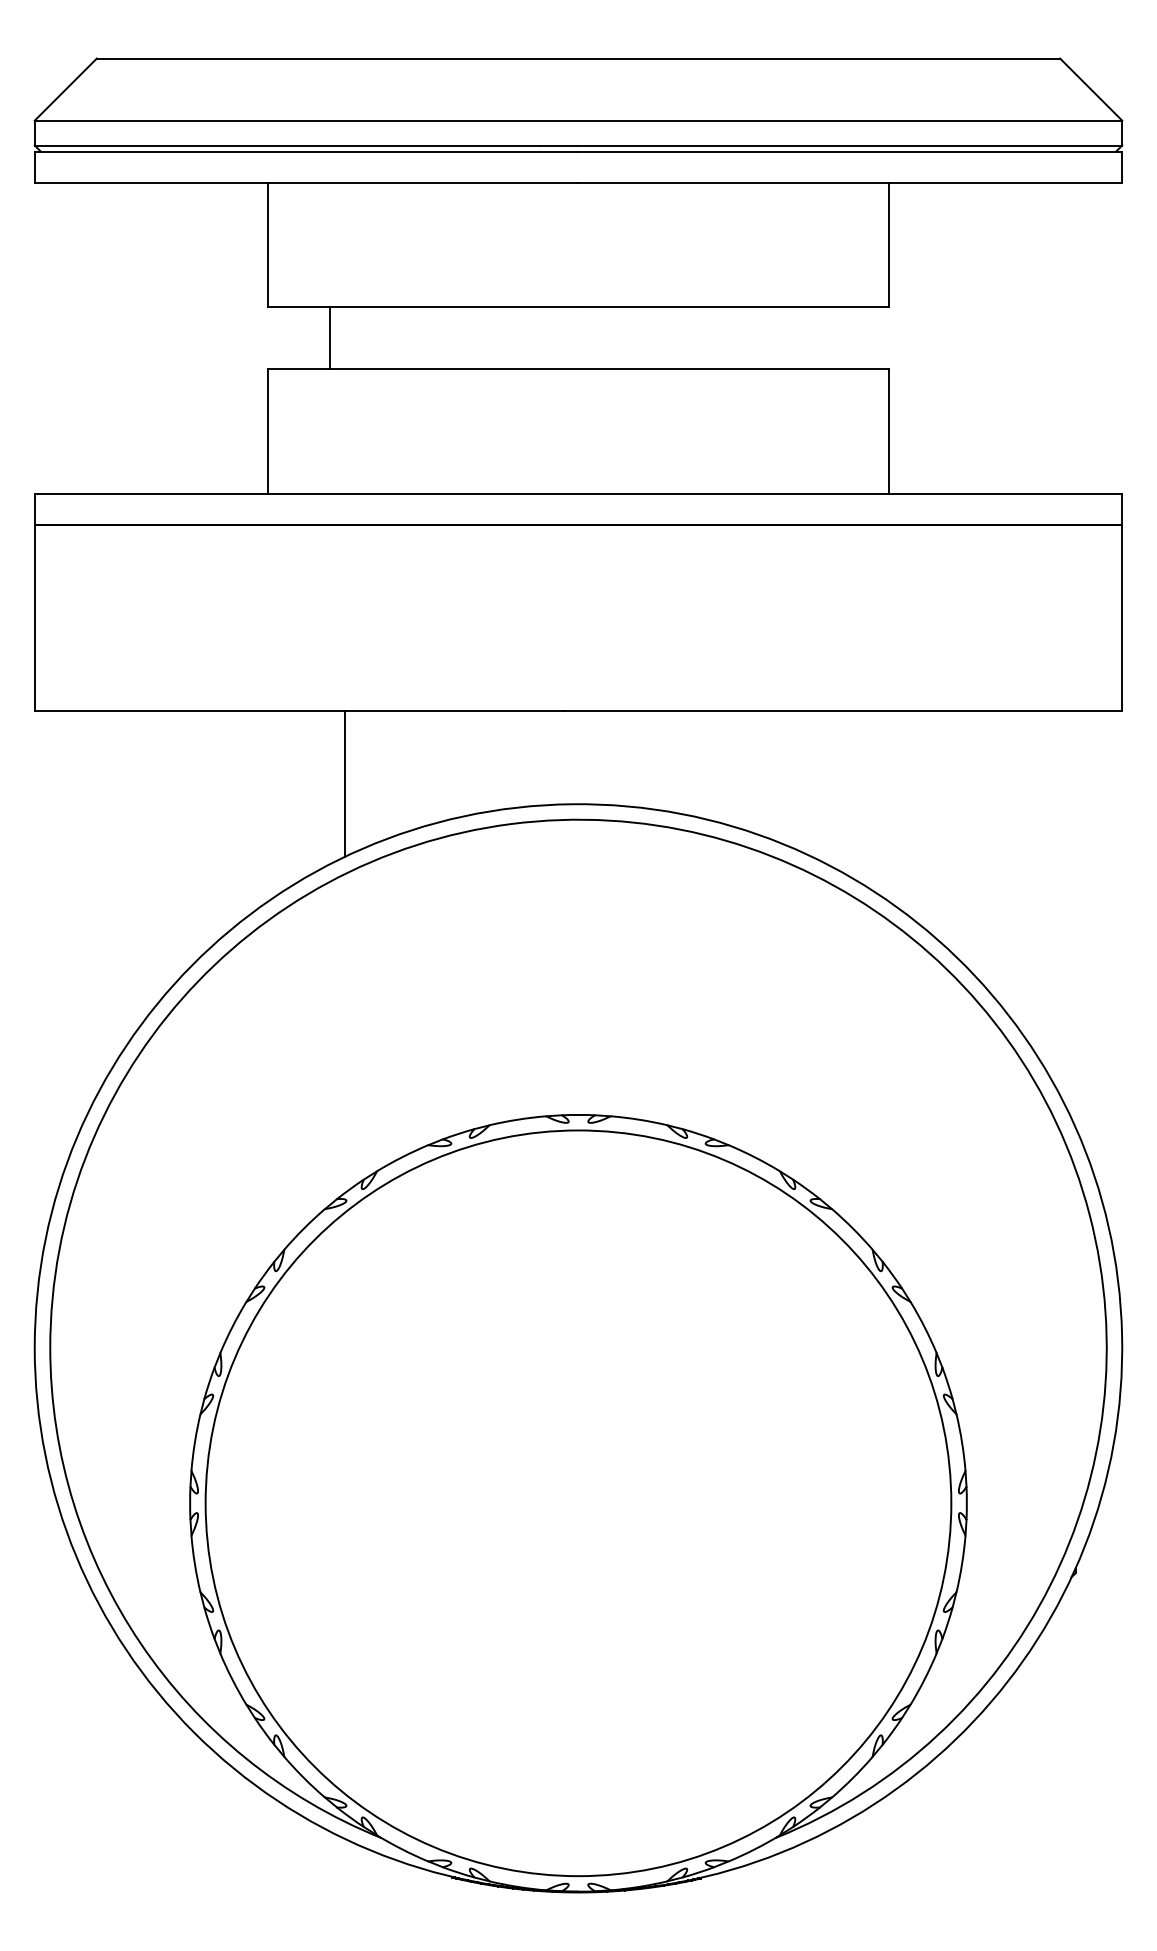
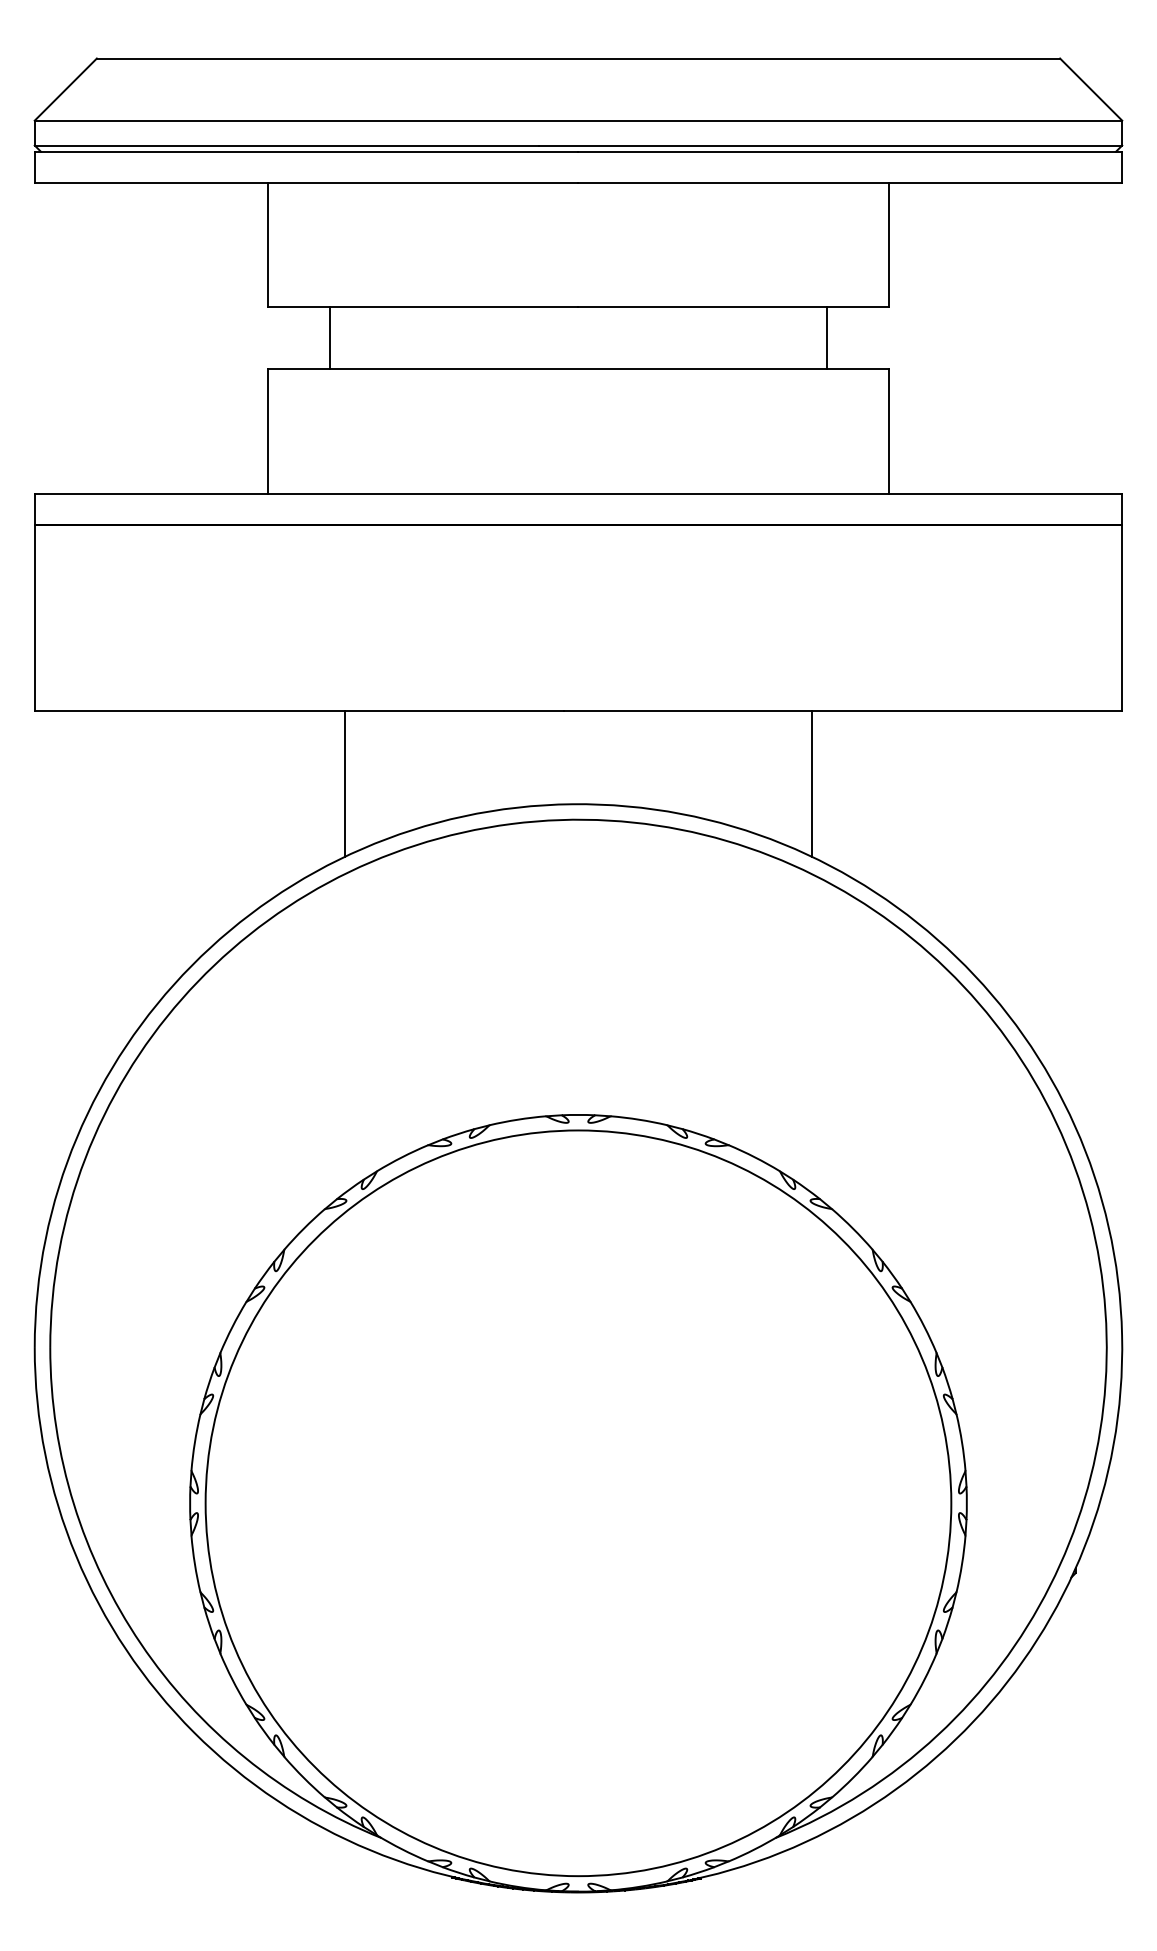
line at (827, 338): none -> present
line at (811, 783): none -> present
